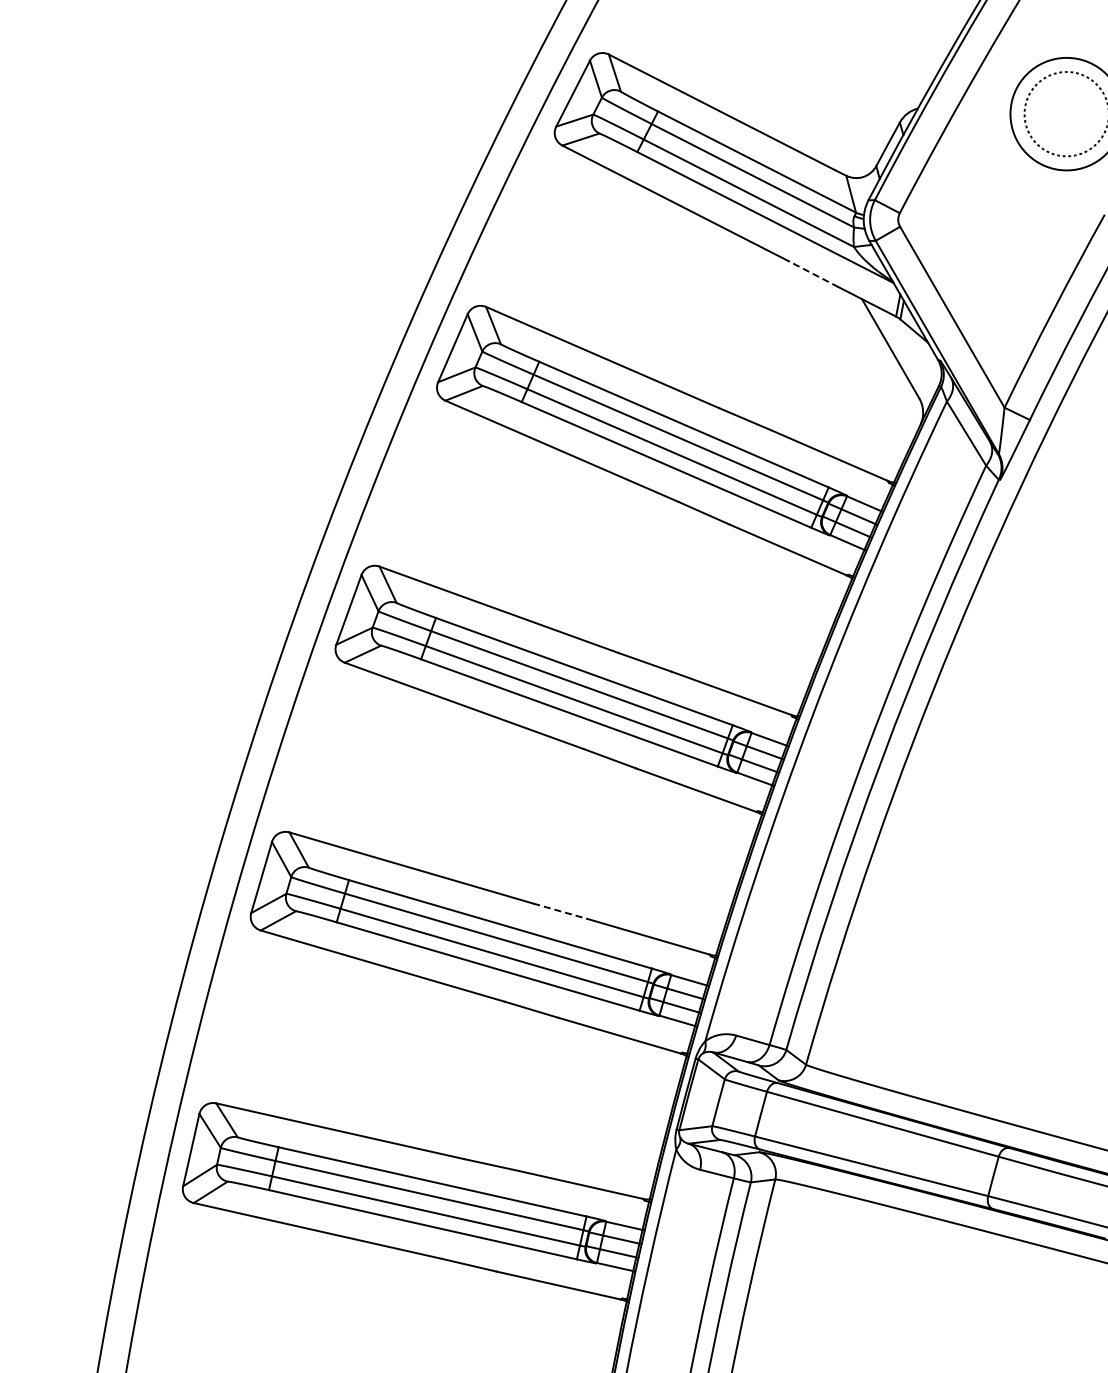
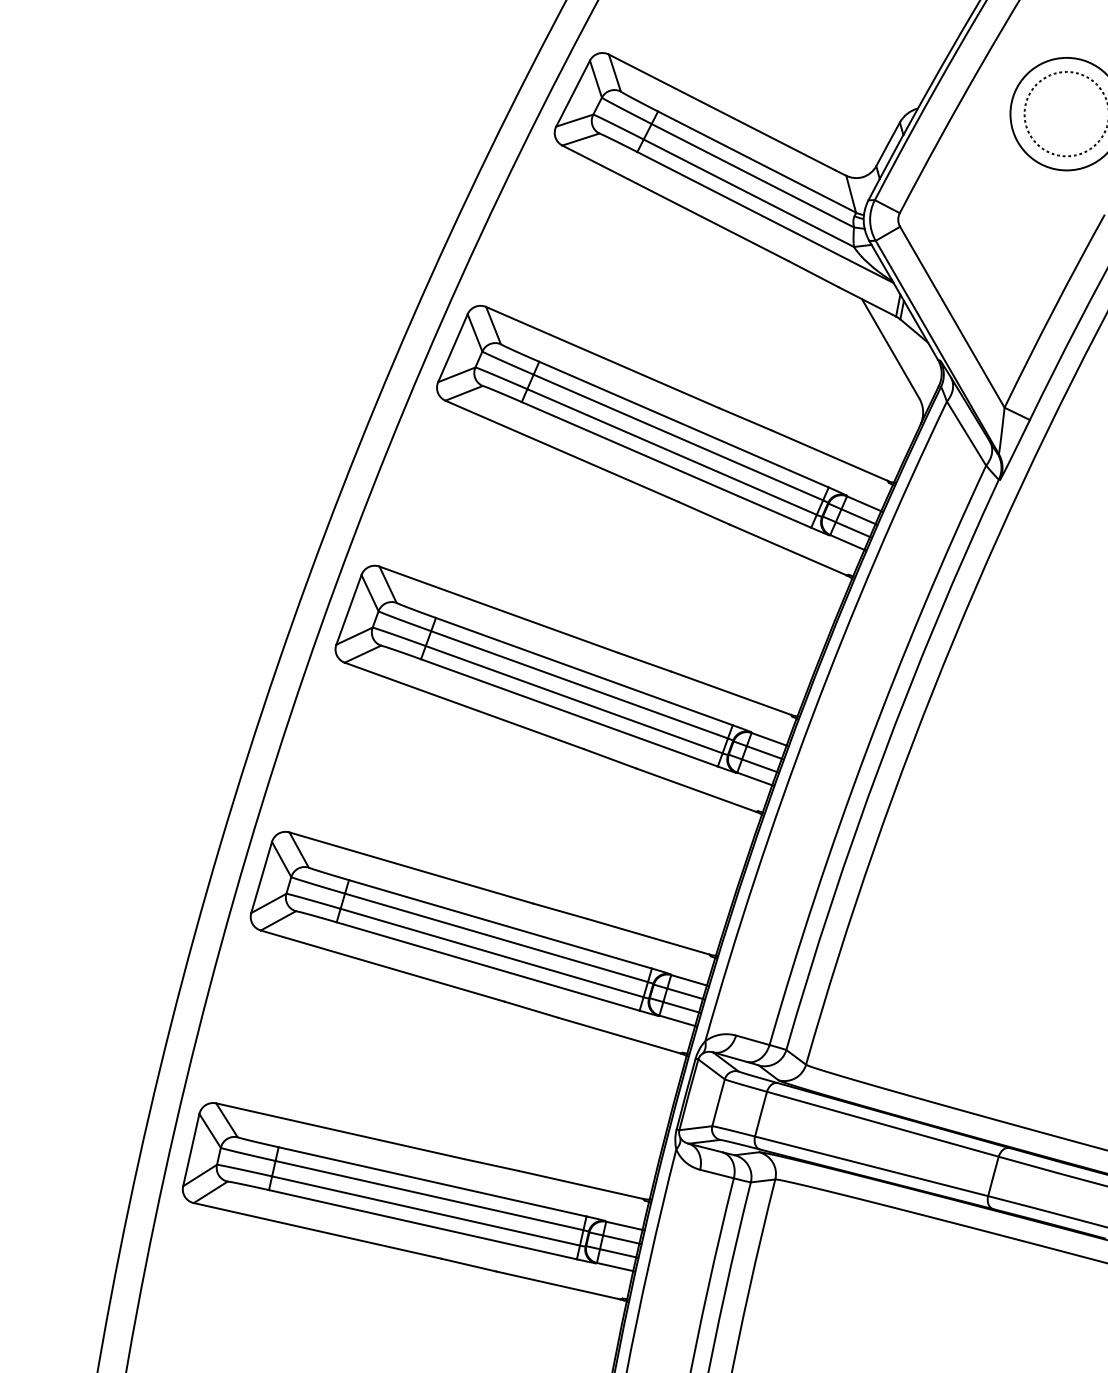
line at (813, 273): dashed -> solid
line at (560, 911): dashed -> solid
